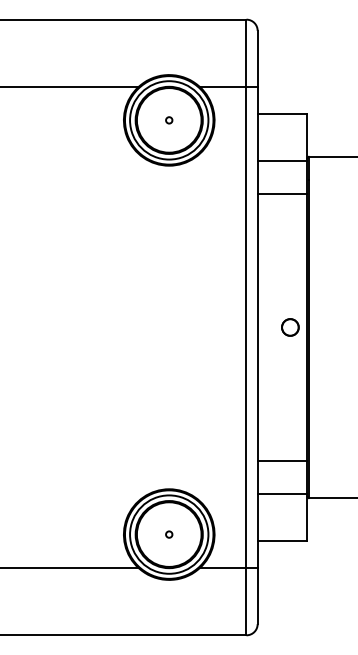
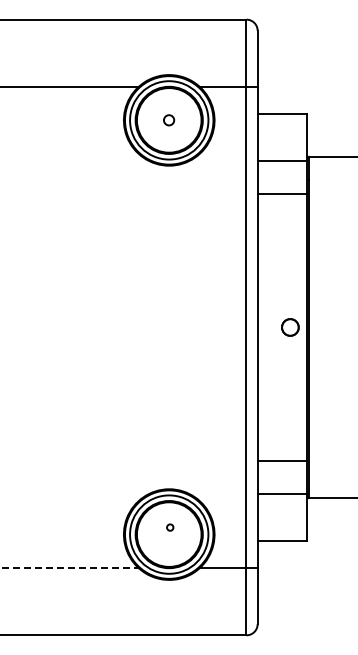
circle at (169, 120) size: 9x9 px -> 13x13 px
circle at (169, 534) position: (169, 534) -> (170, 527)
line at (69, 568): solid -> dashed
